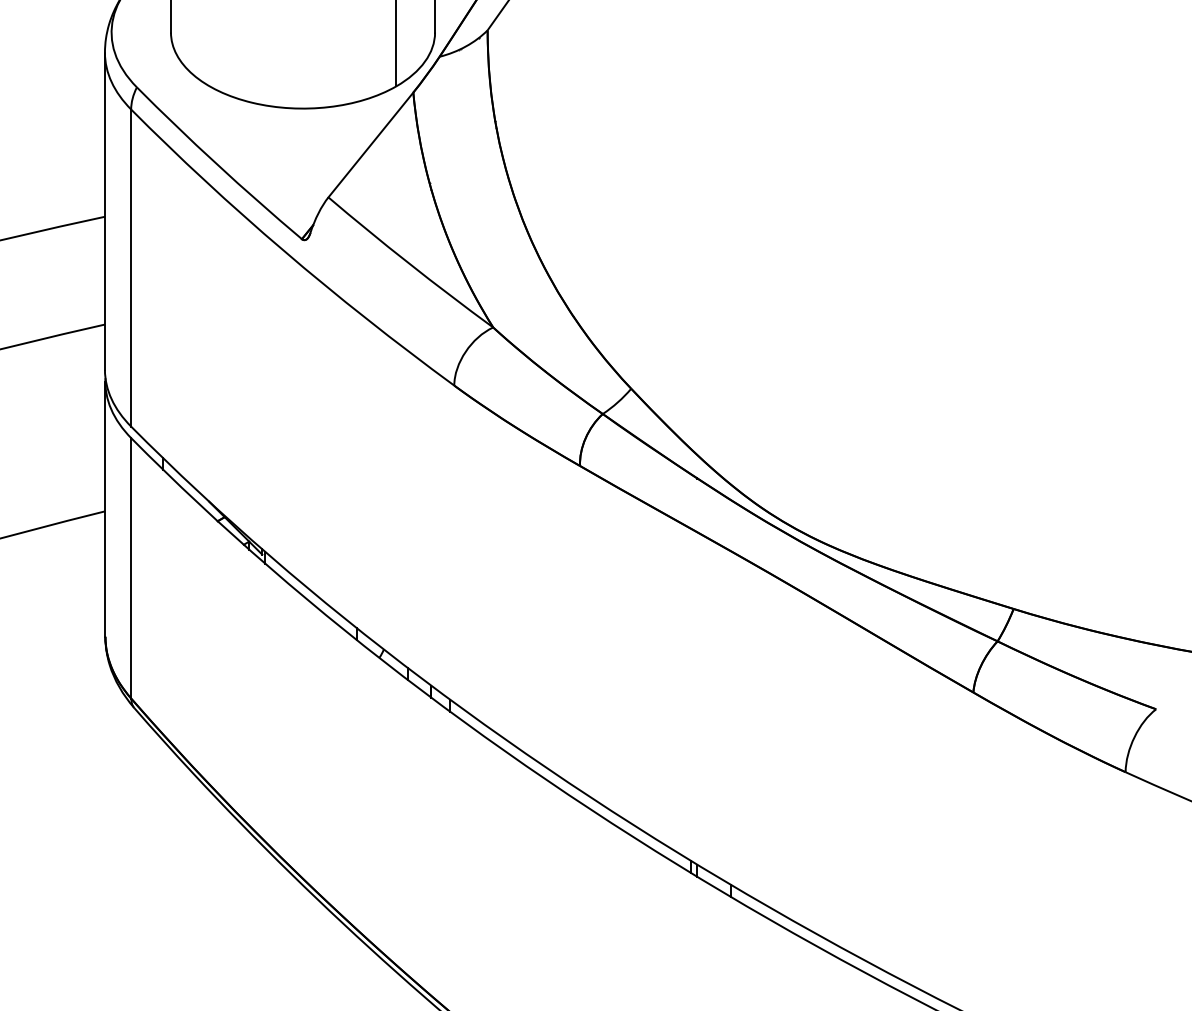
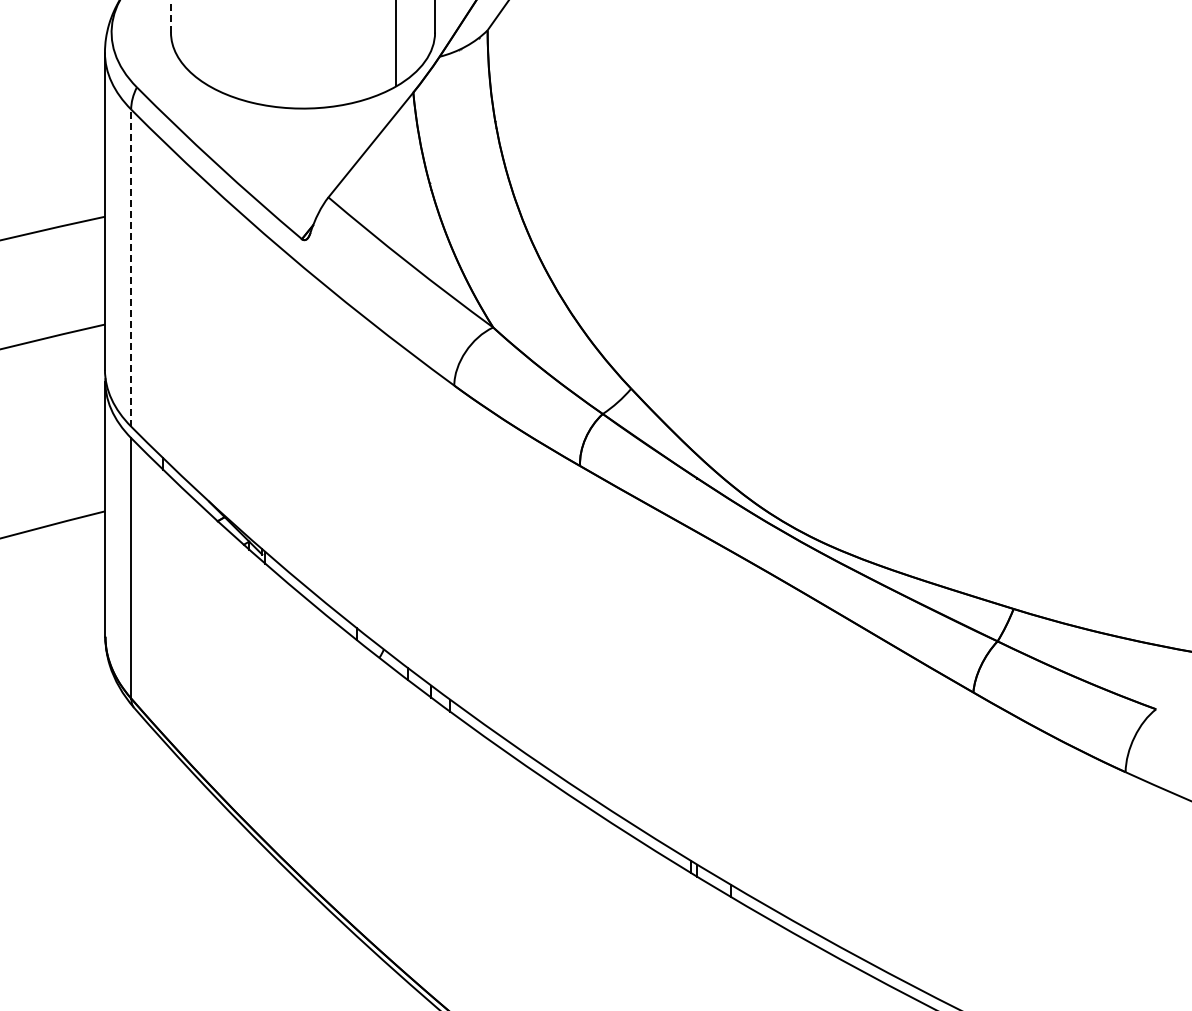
line at (170, 16): solid -> dashed
line at (131, 268): solid -> dashed
